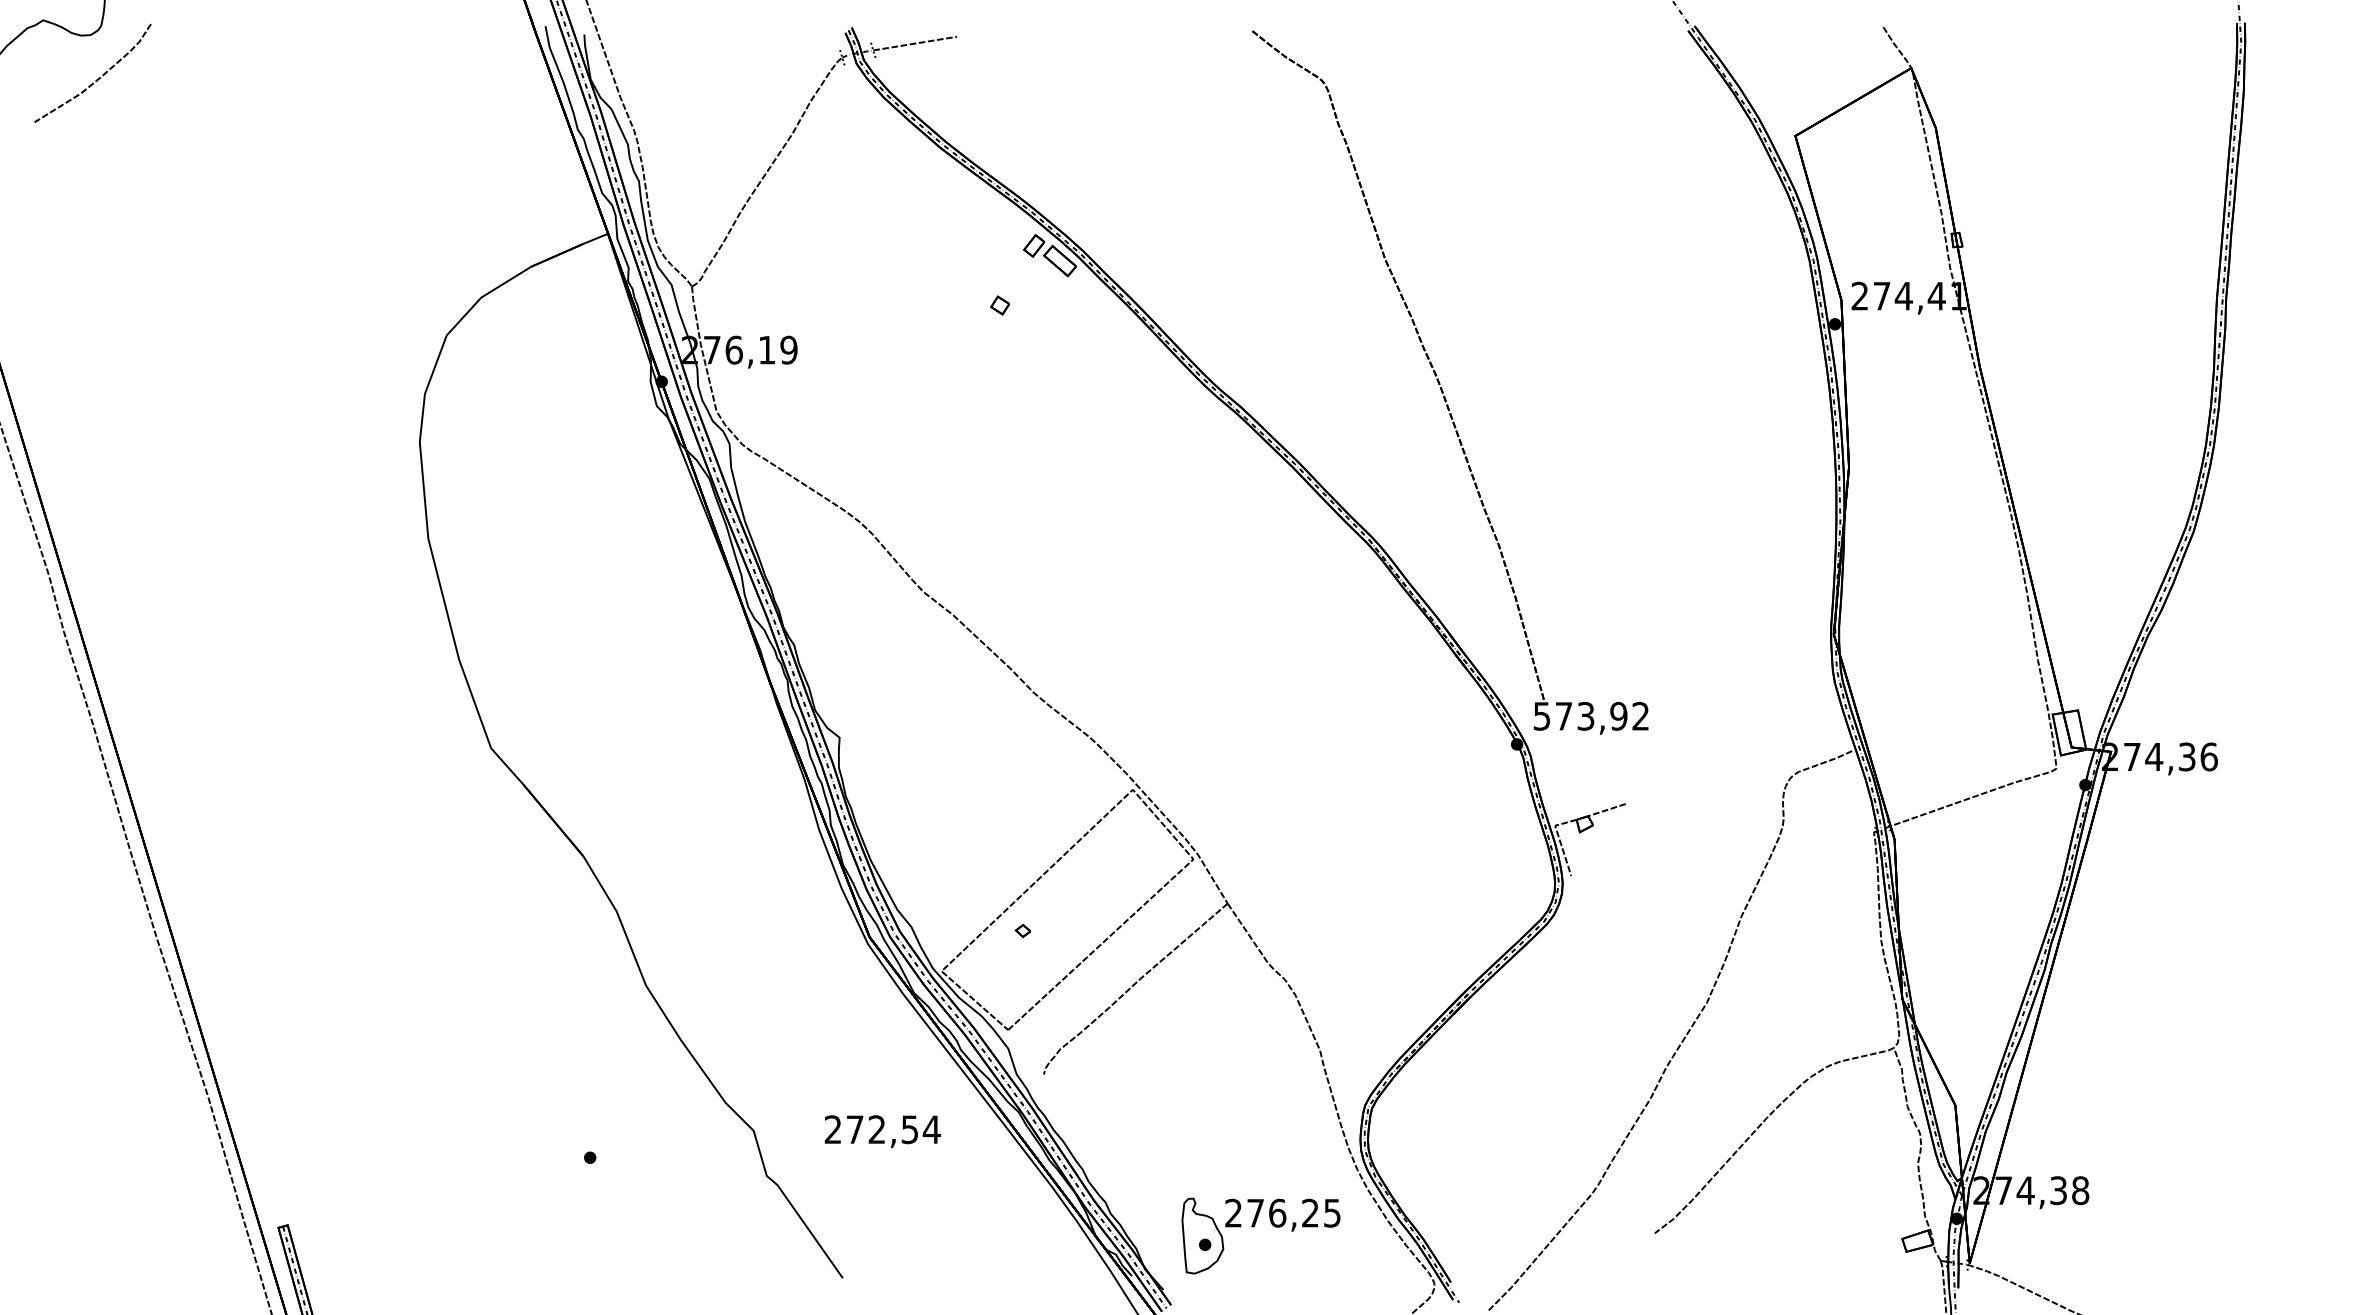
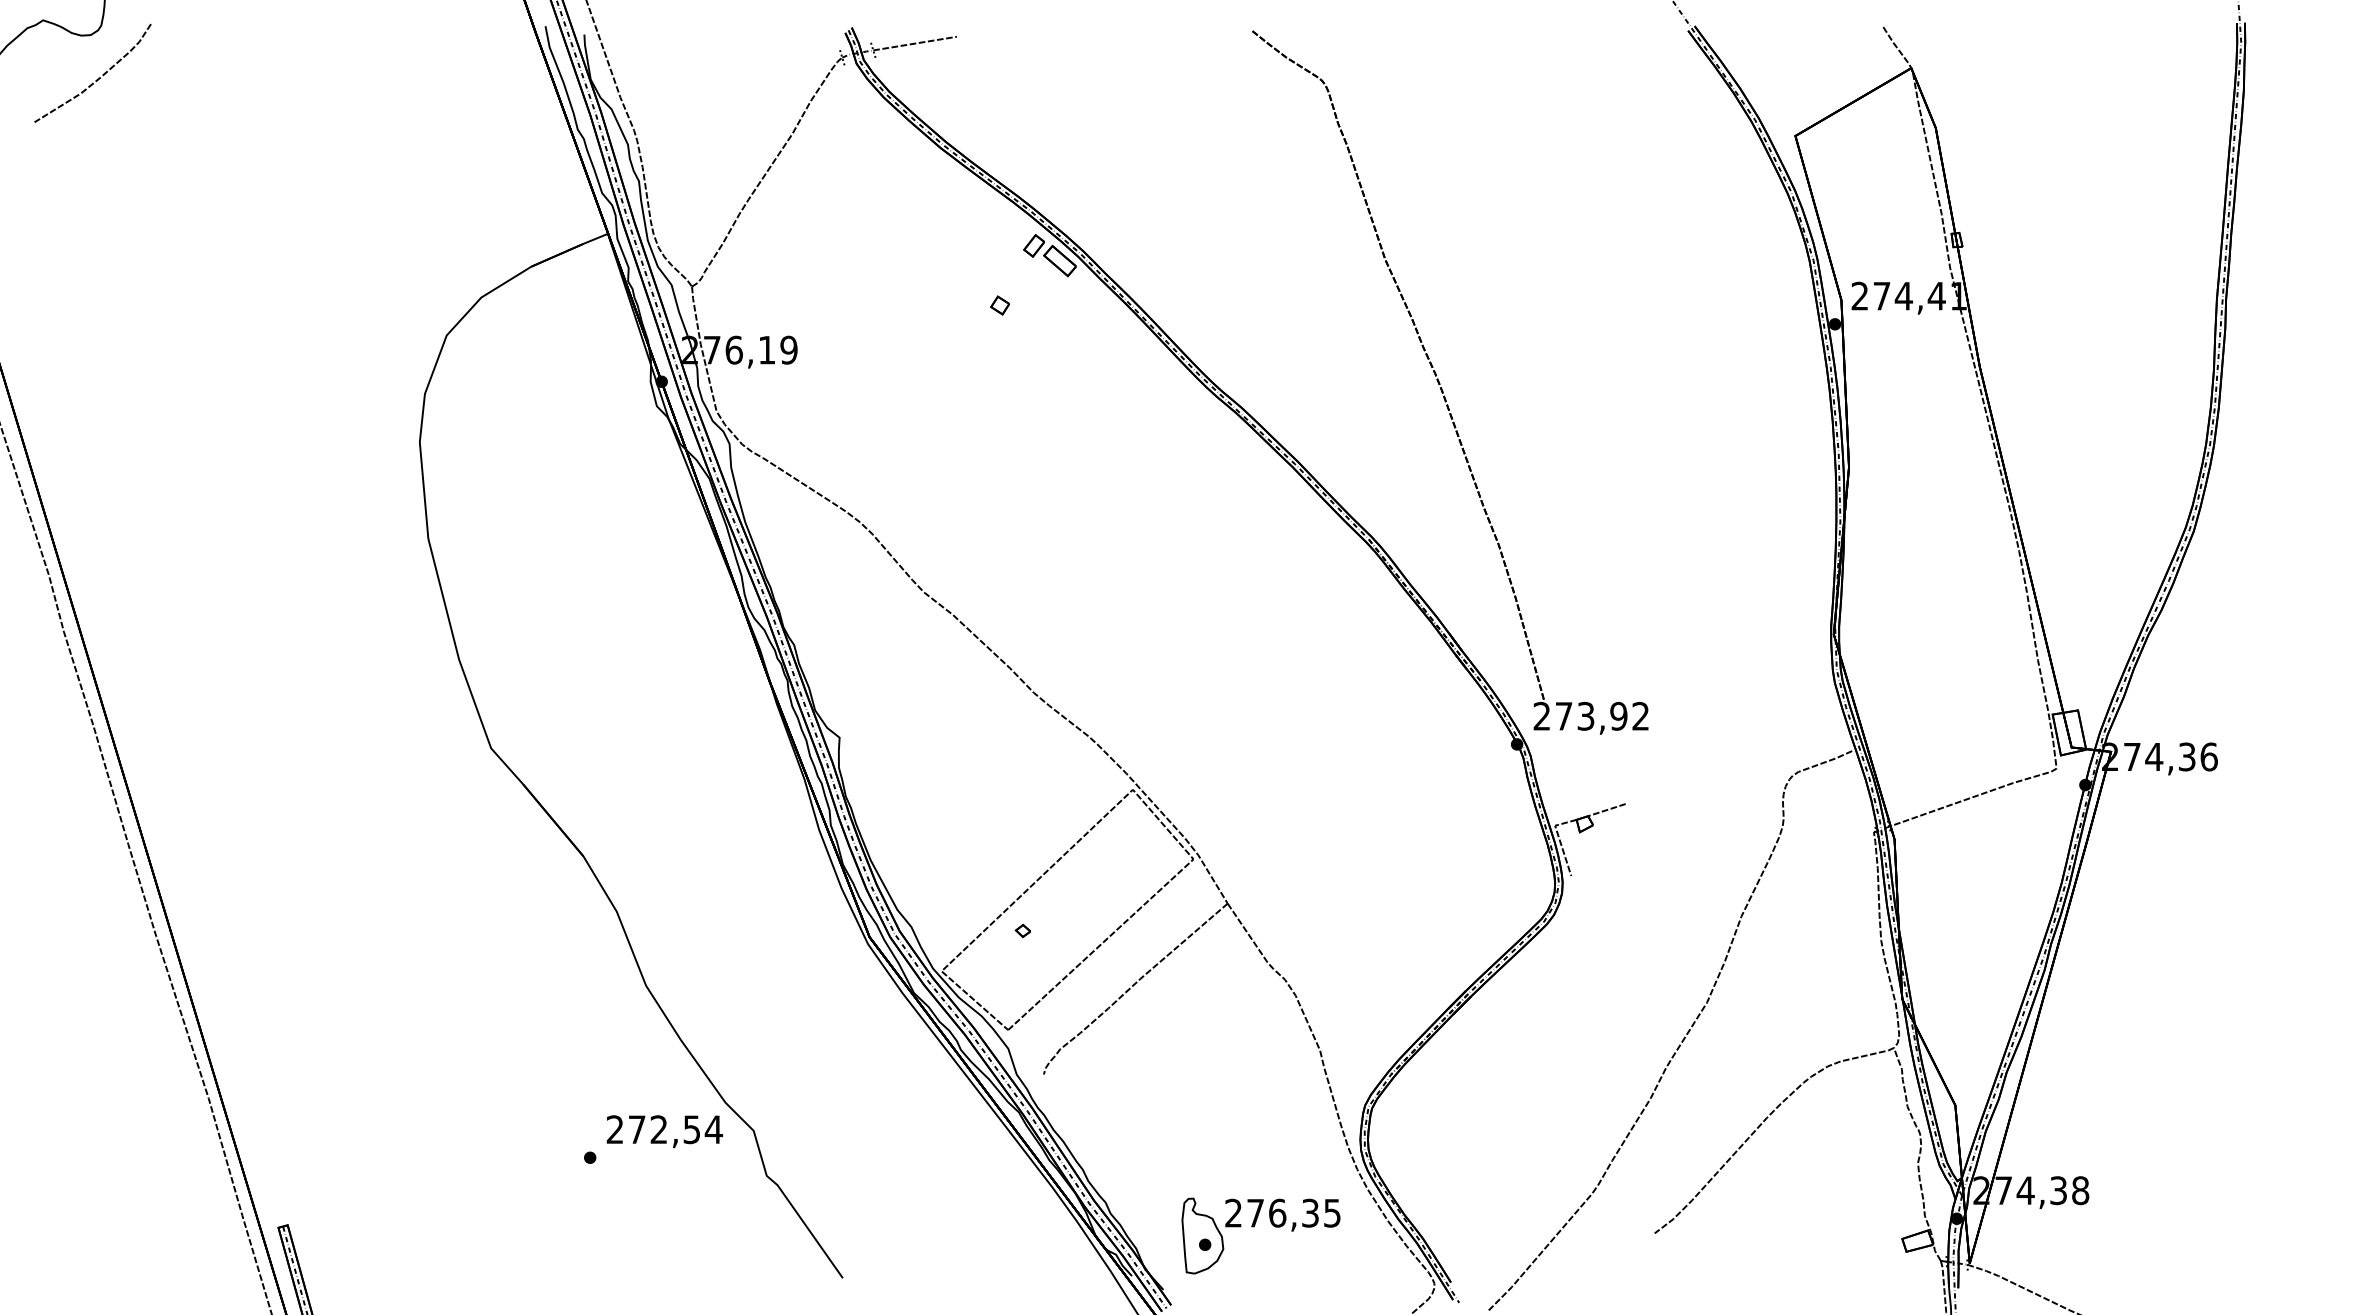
text at (1541, 716): 573,92 -> 273,92
text at (882, 1131) position: (882, 1131) -> (664, 1131)
text at (1310, 1213): 276,25 -> 276,35
